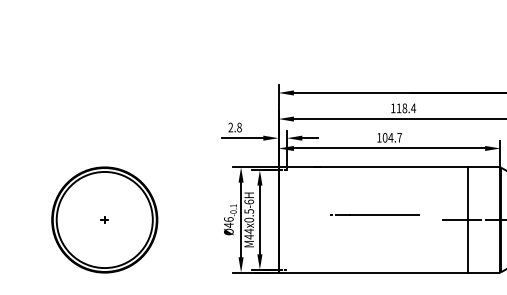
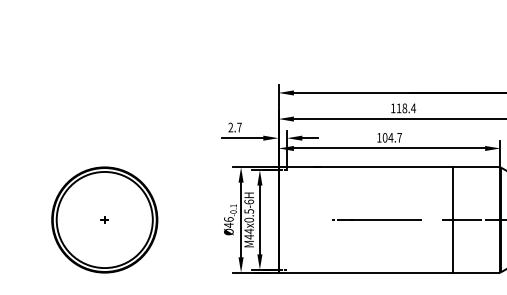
text at (239, 127): 2.8 -> 2.7
line at (374, 214) position: (374, 214) -> (376, 219)
line at (468, 219) position: (468, 219) -> (453, 219)
